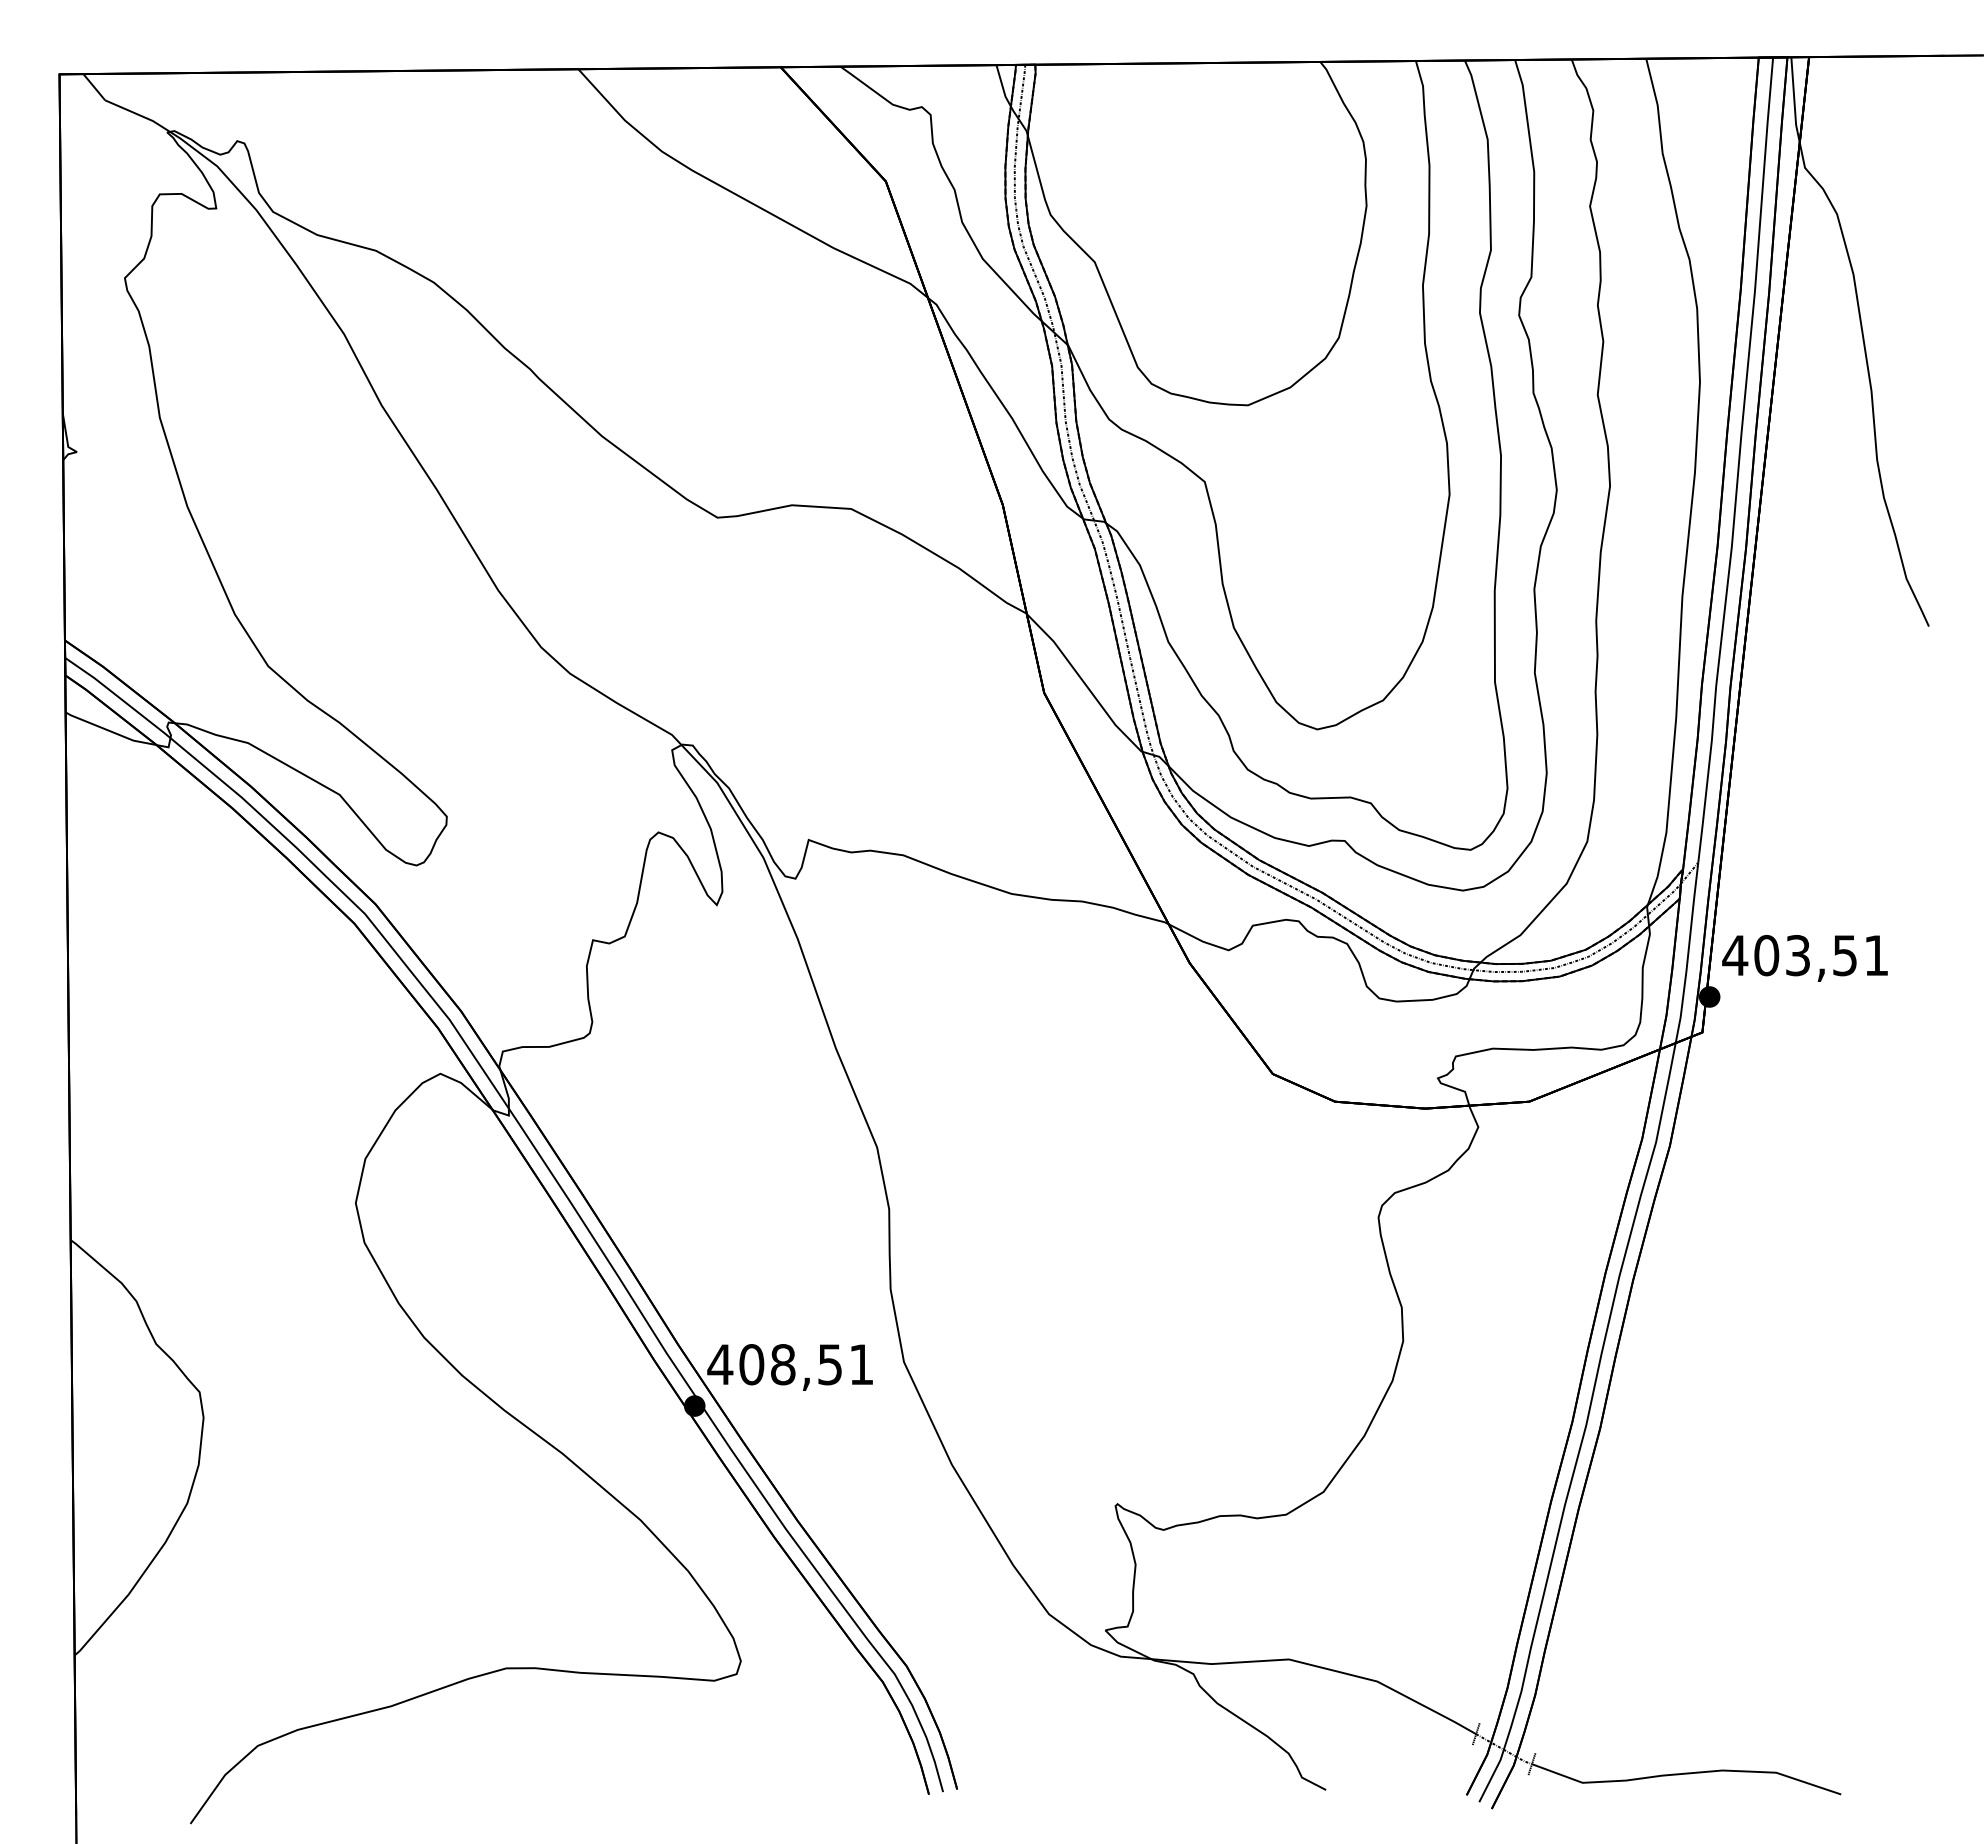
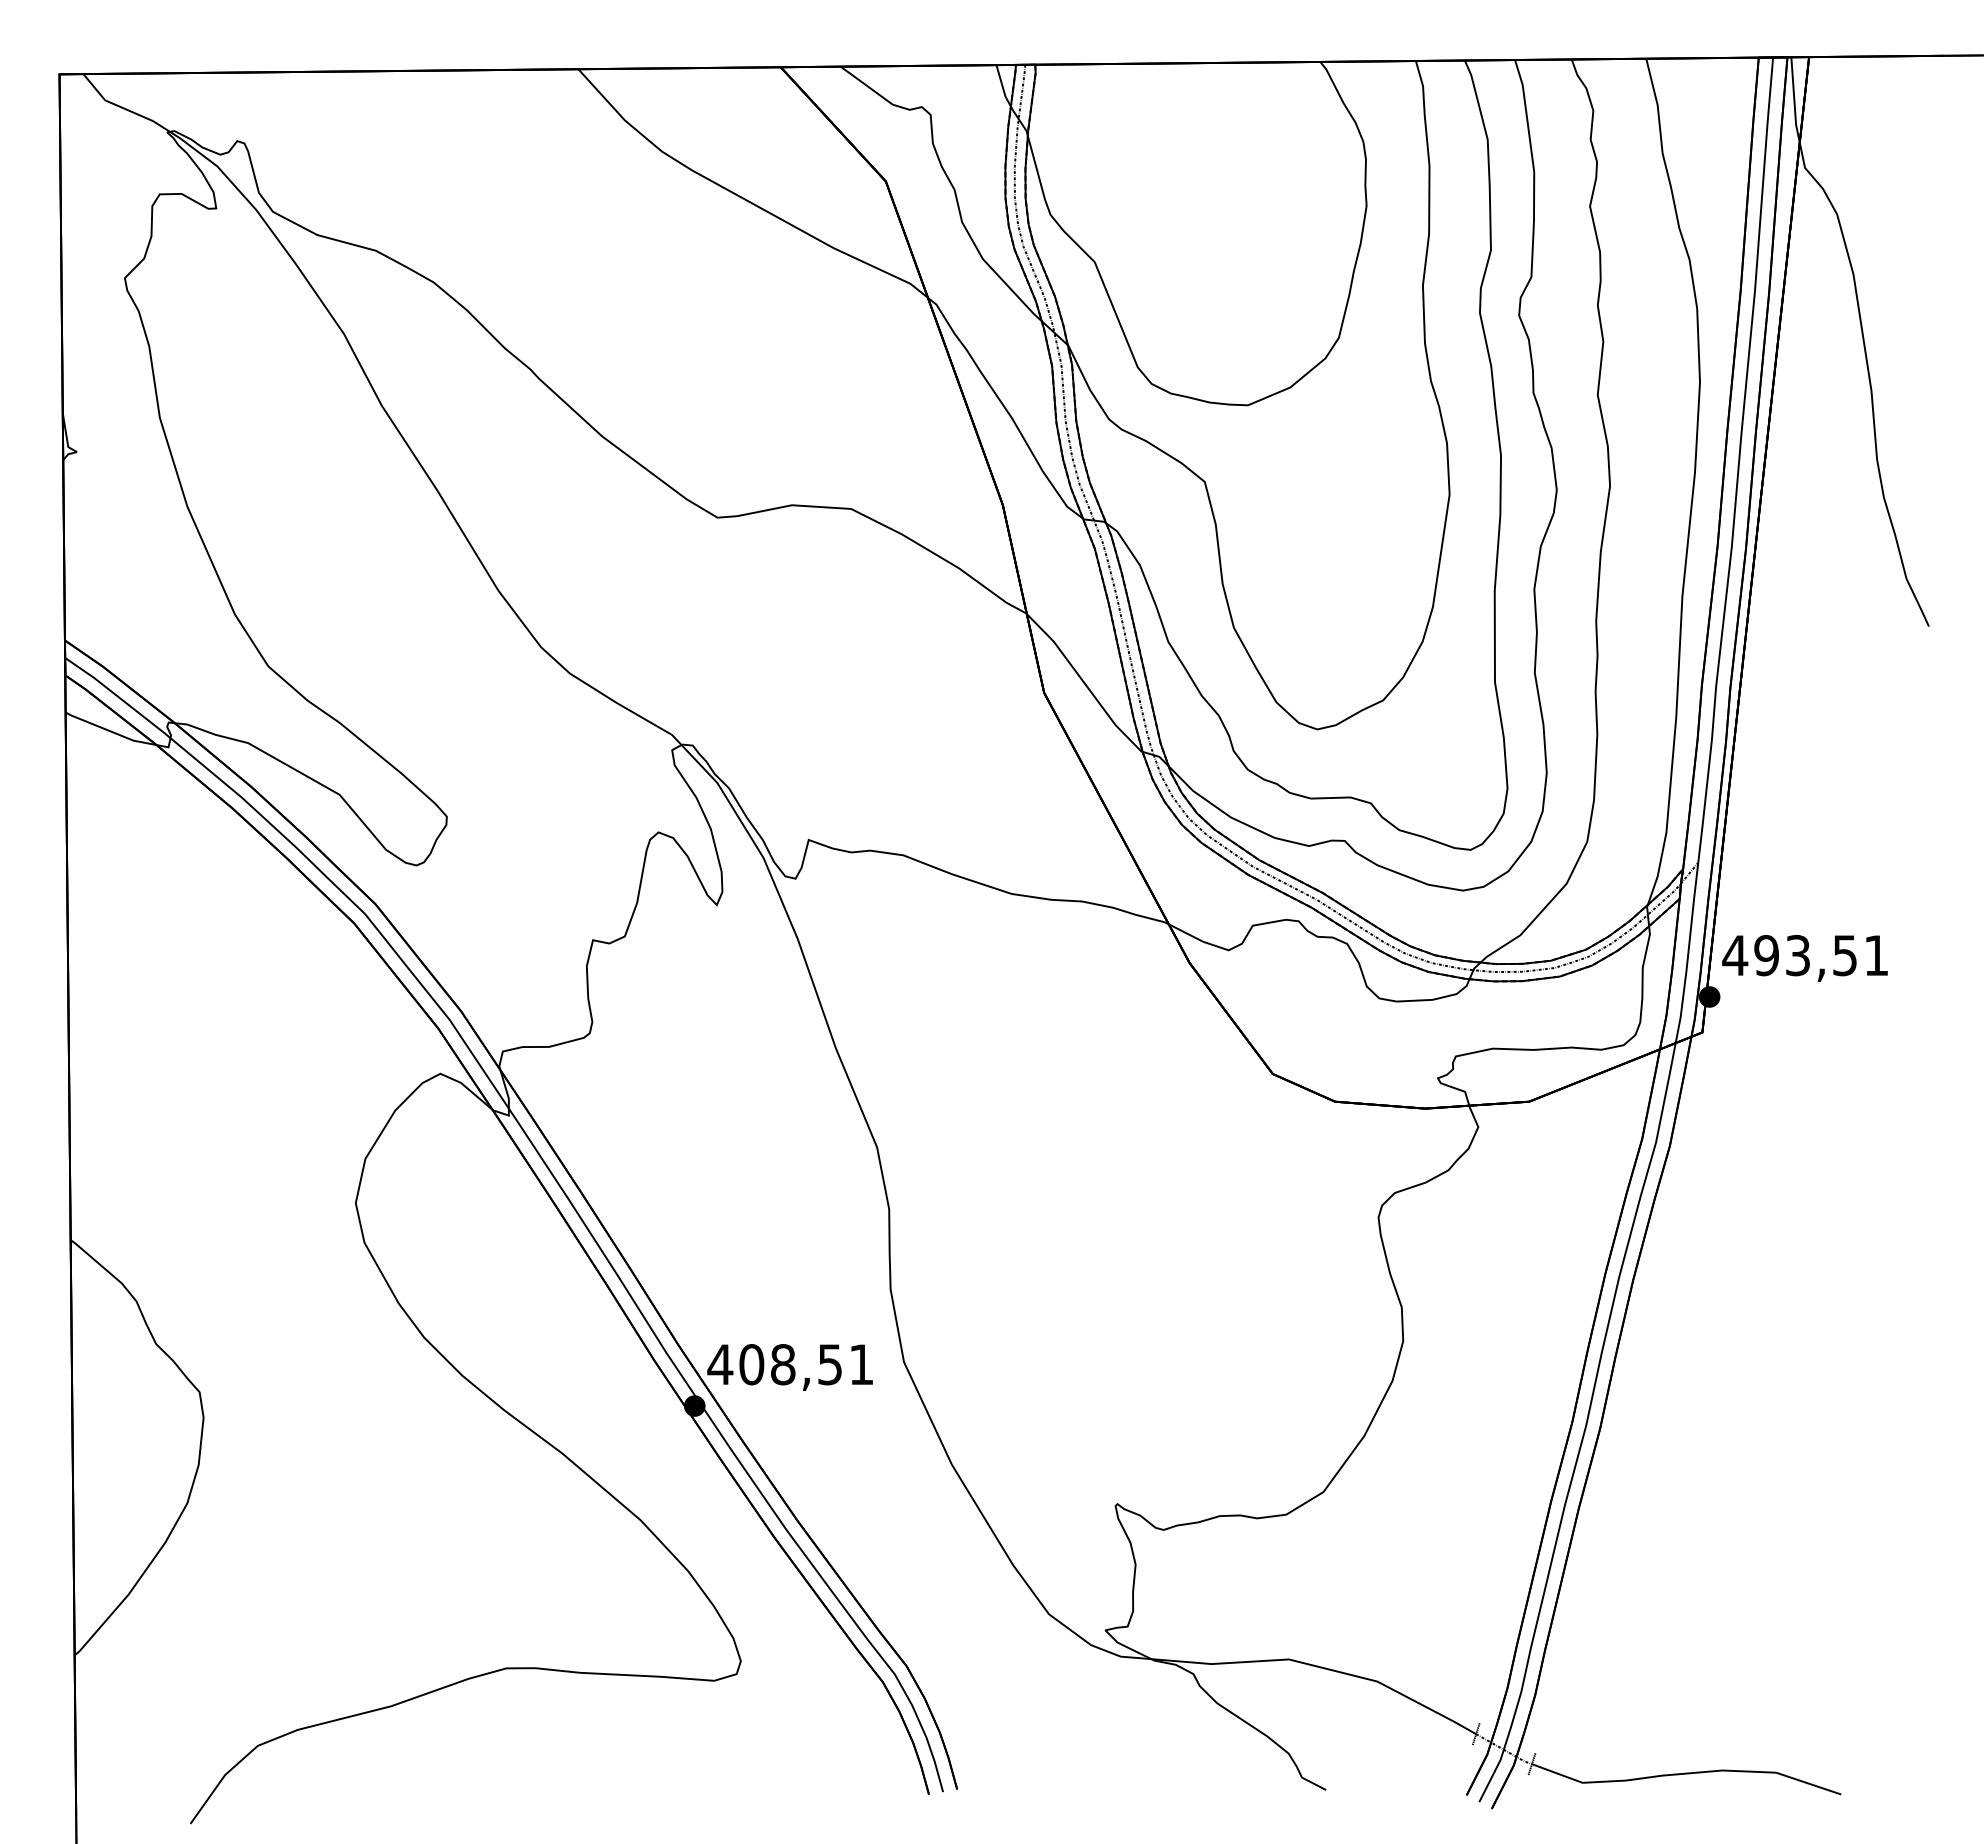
text at (1766, 955): 403,51 -> 493,51
